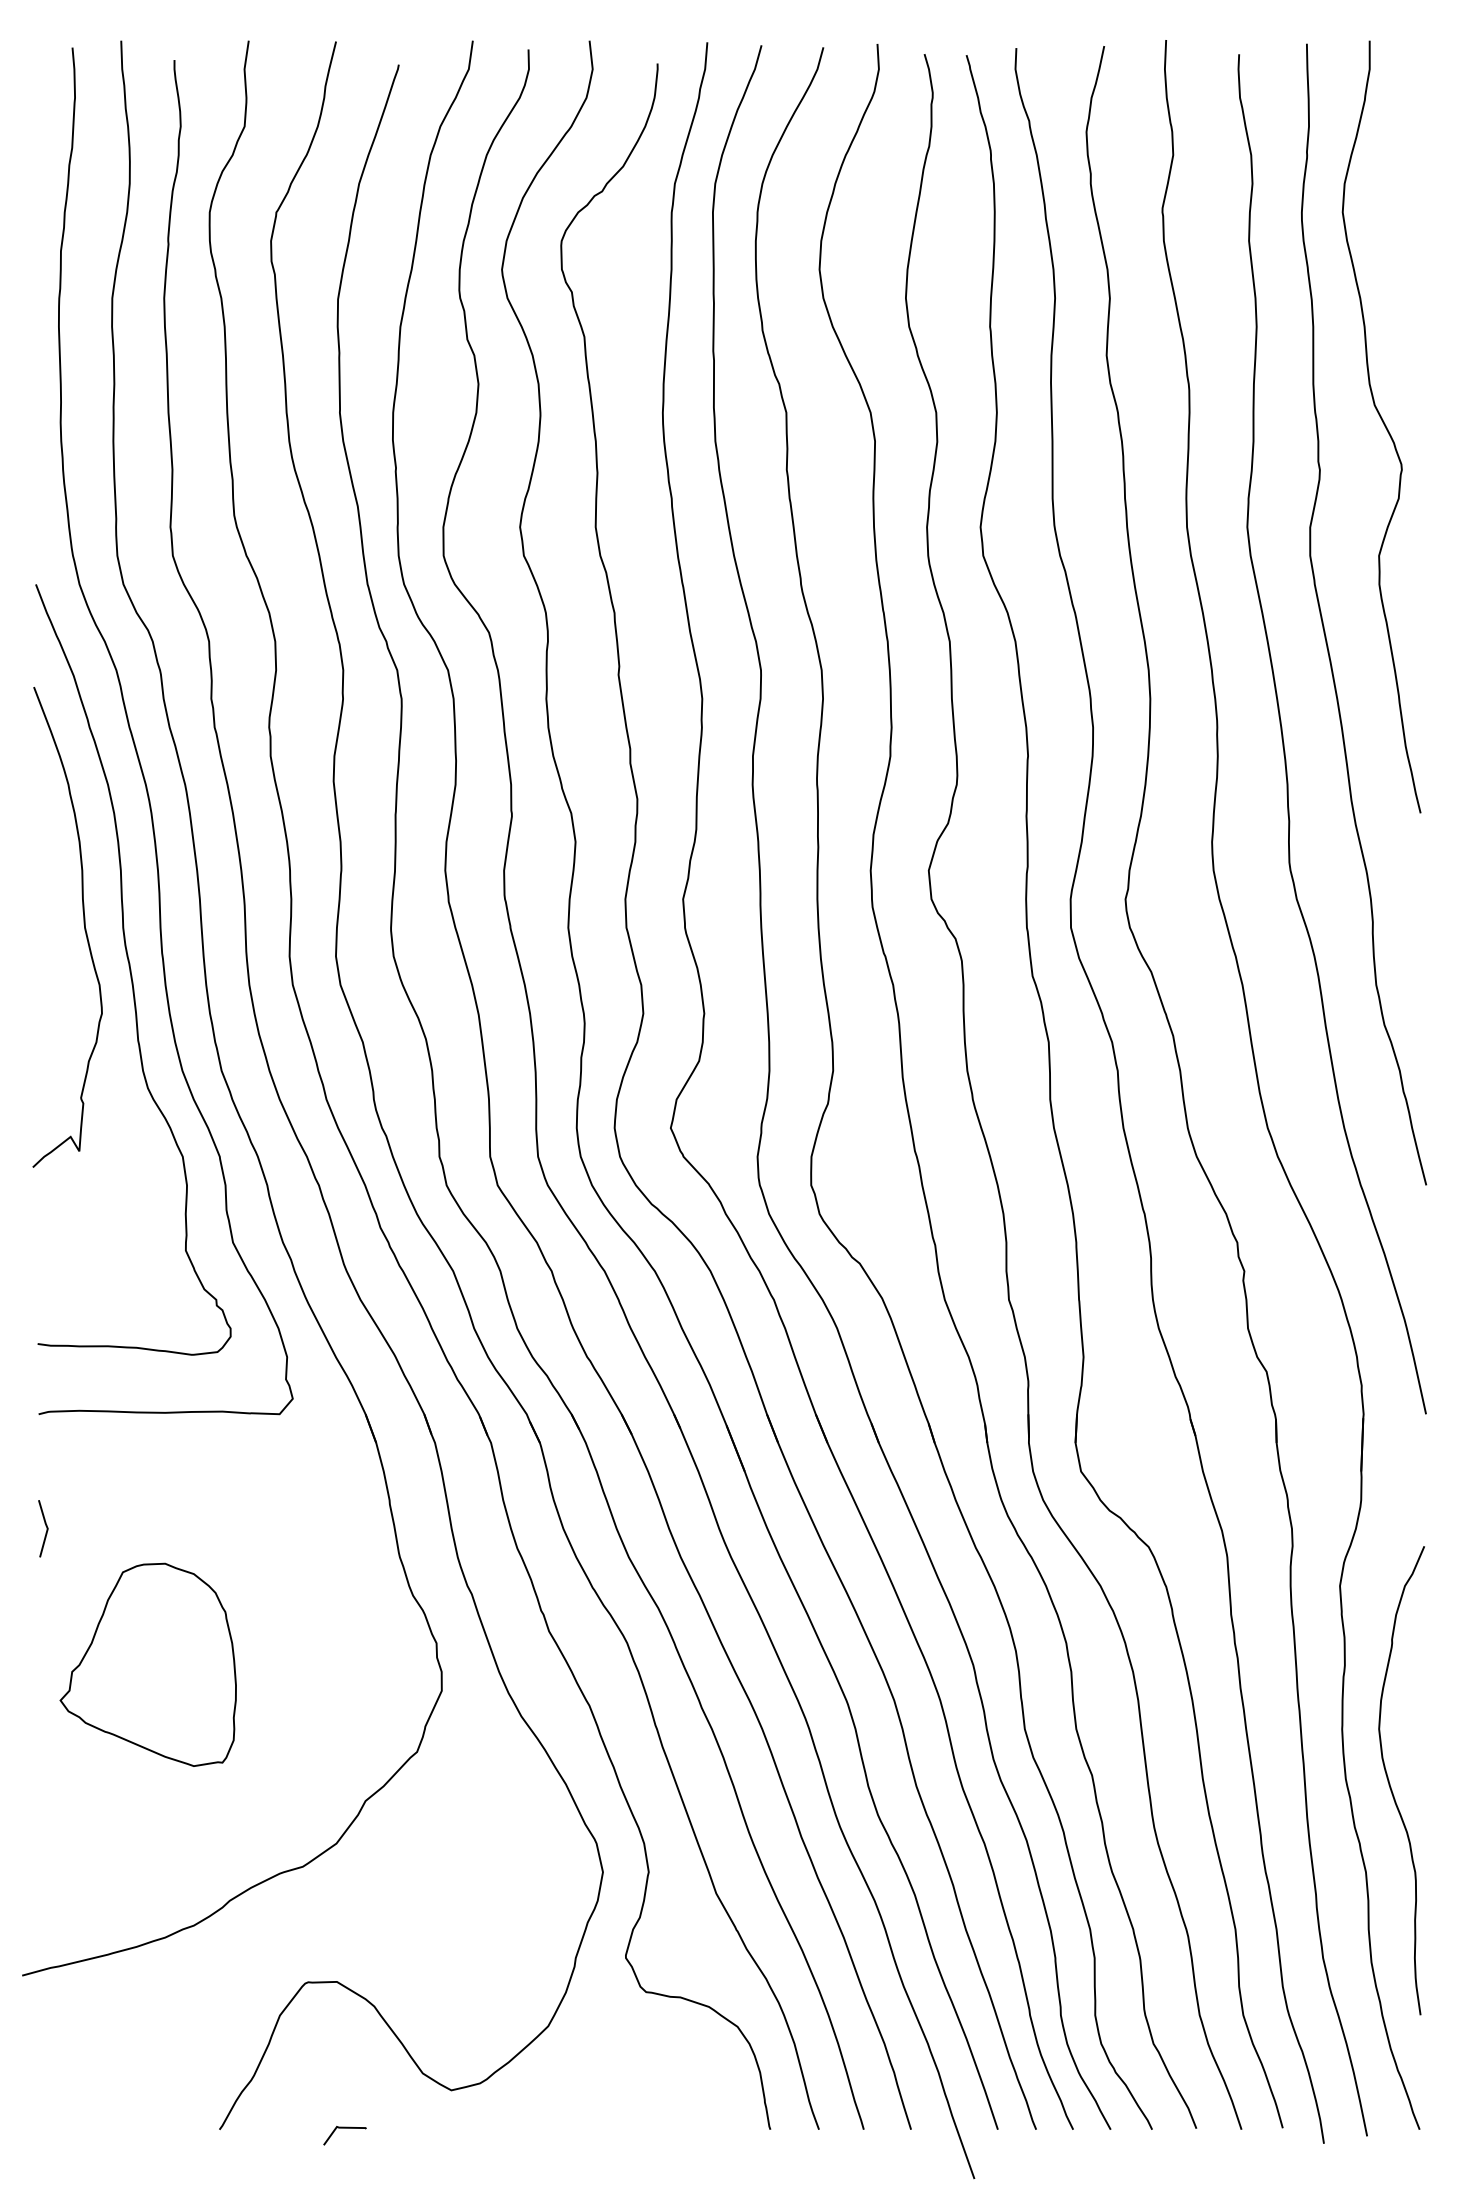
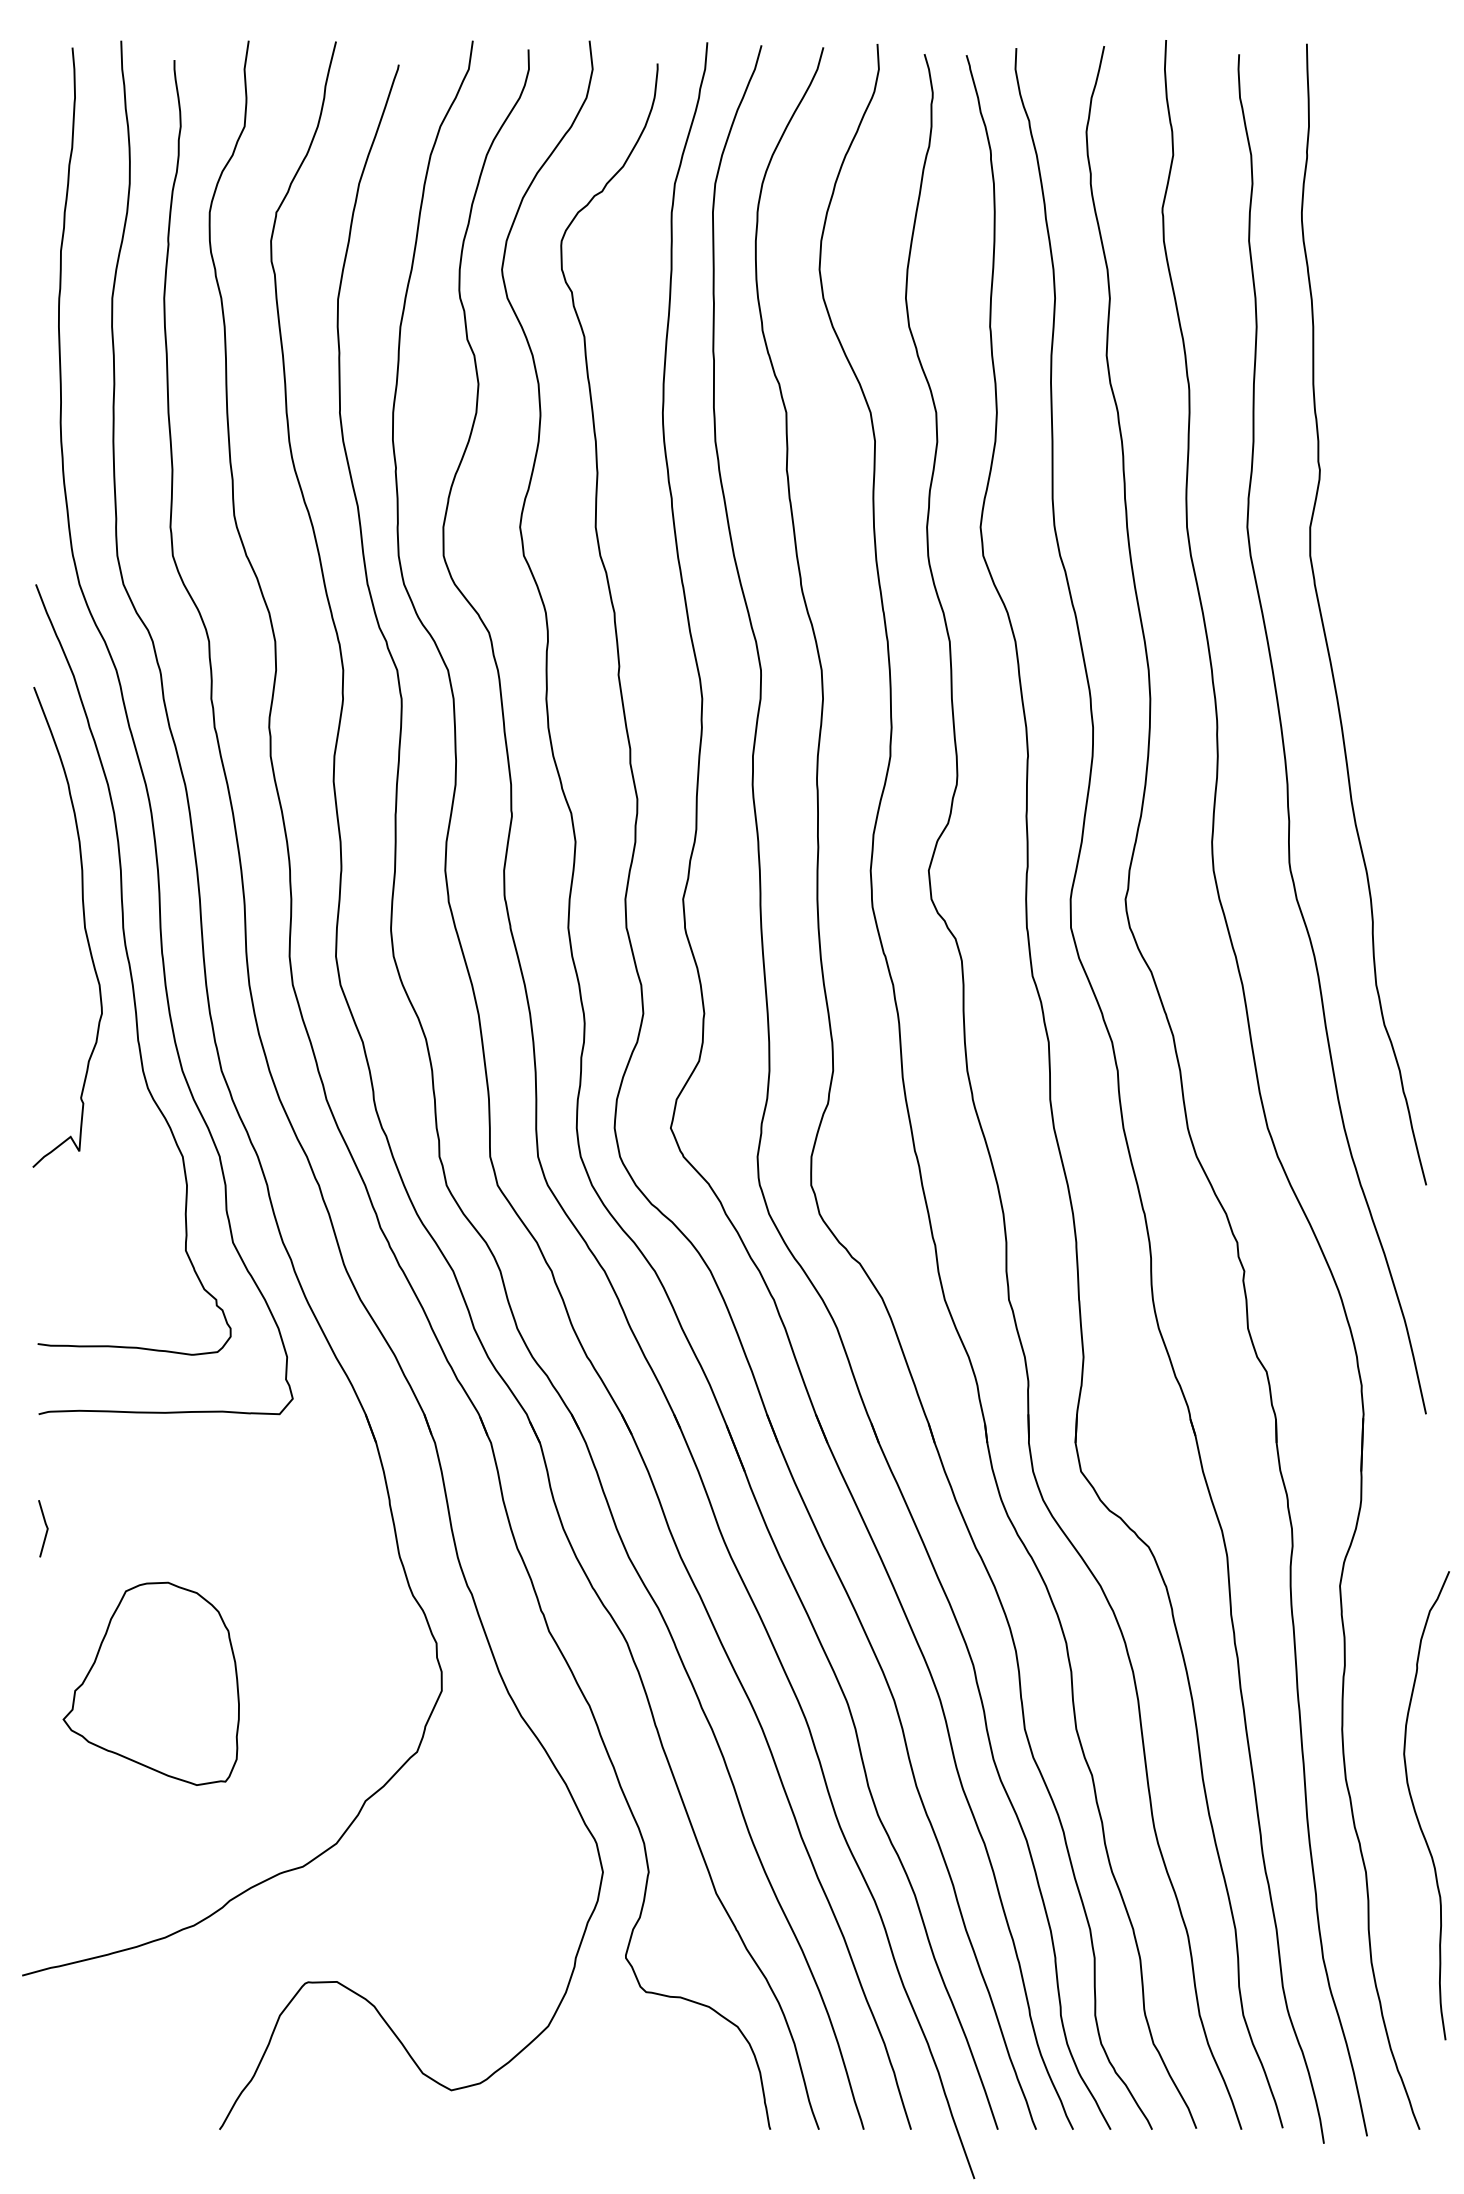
curve at (1383, 424): present -> none
part at (147, 1664) position: (147, 1664) -> (150, 1683)
curve at (1390, 1783) position: (1390, 1783) -> (1415, 1808)
line at (344, 2128): present -> none
